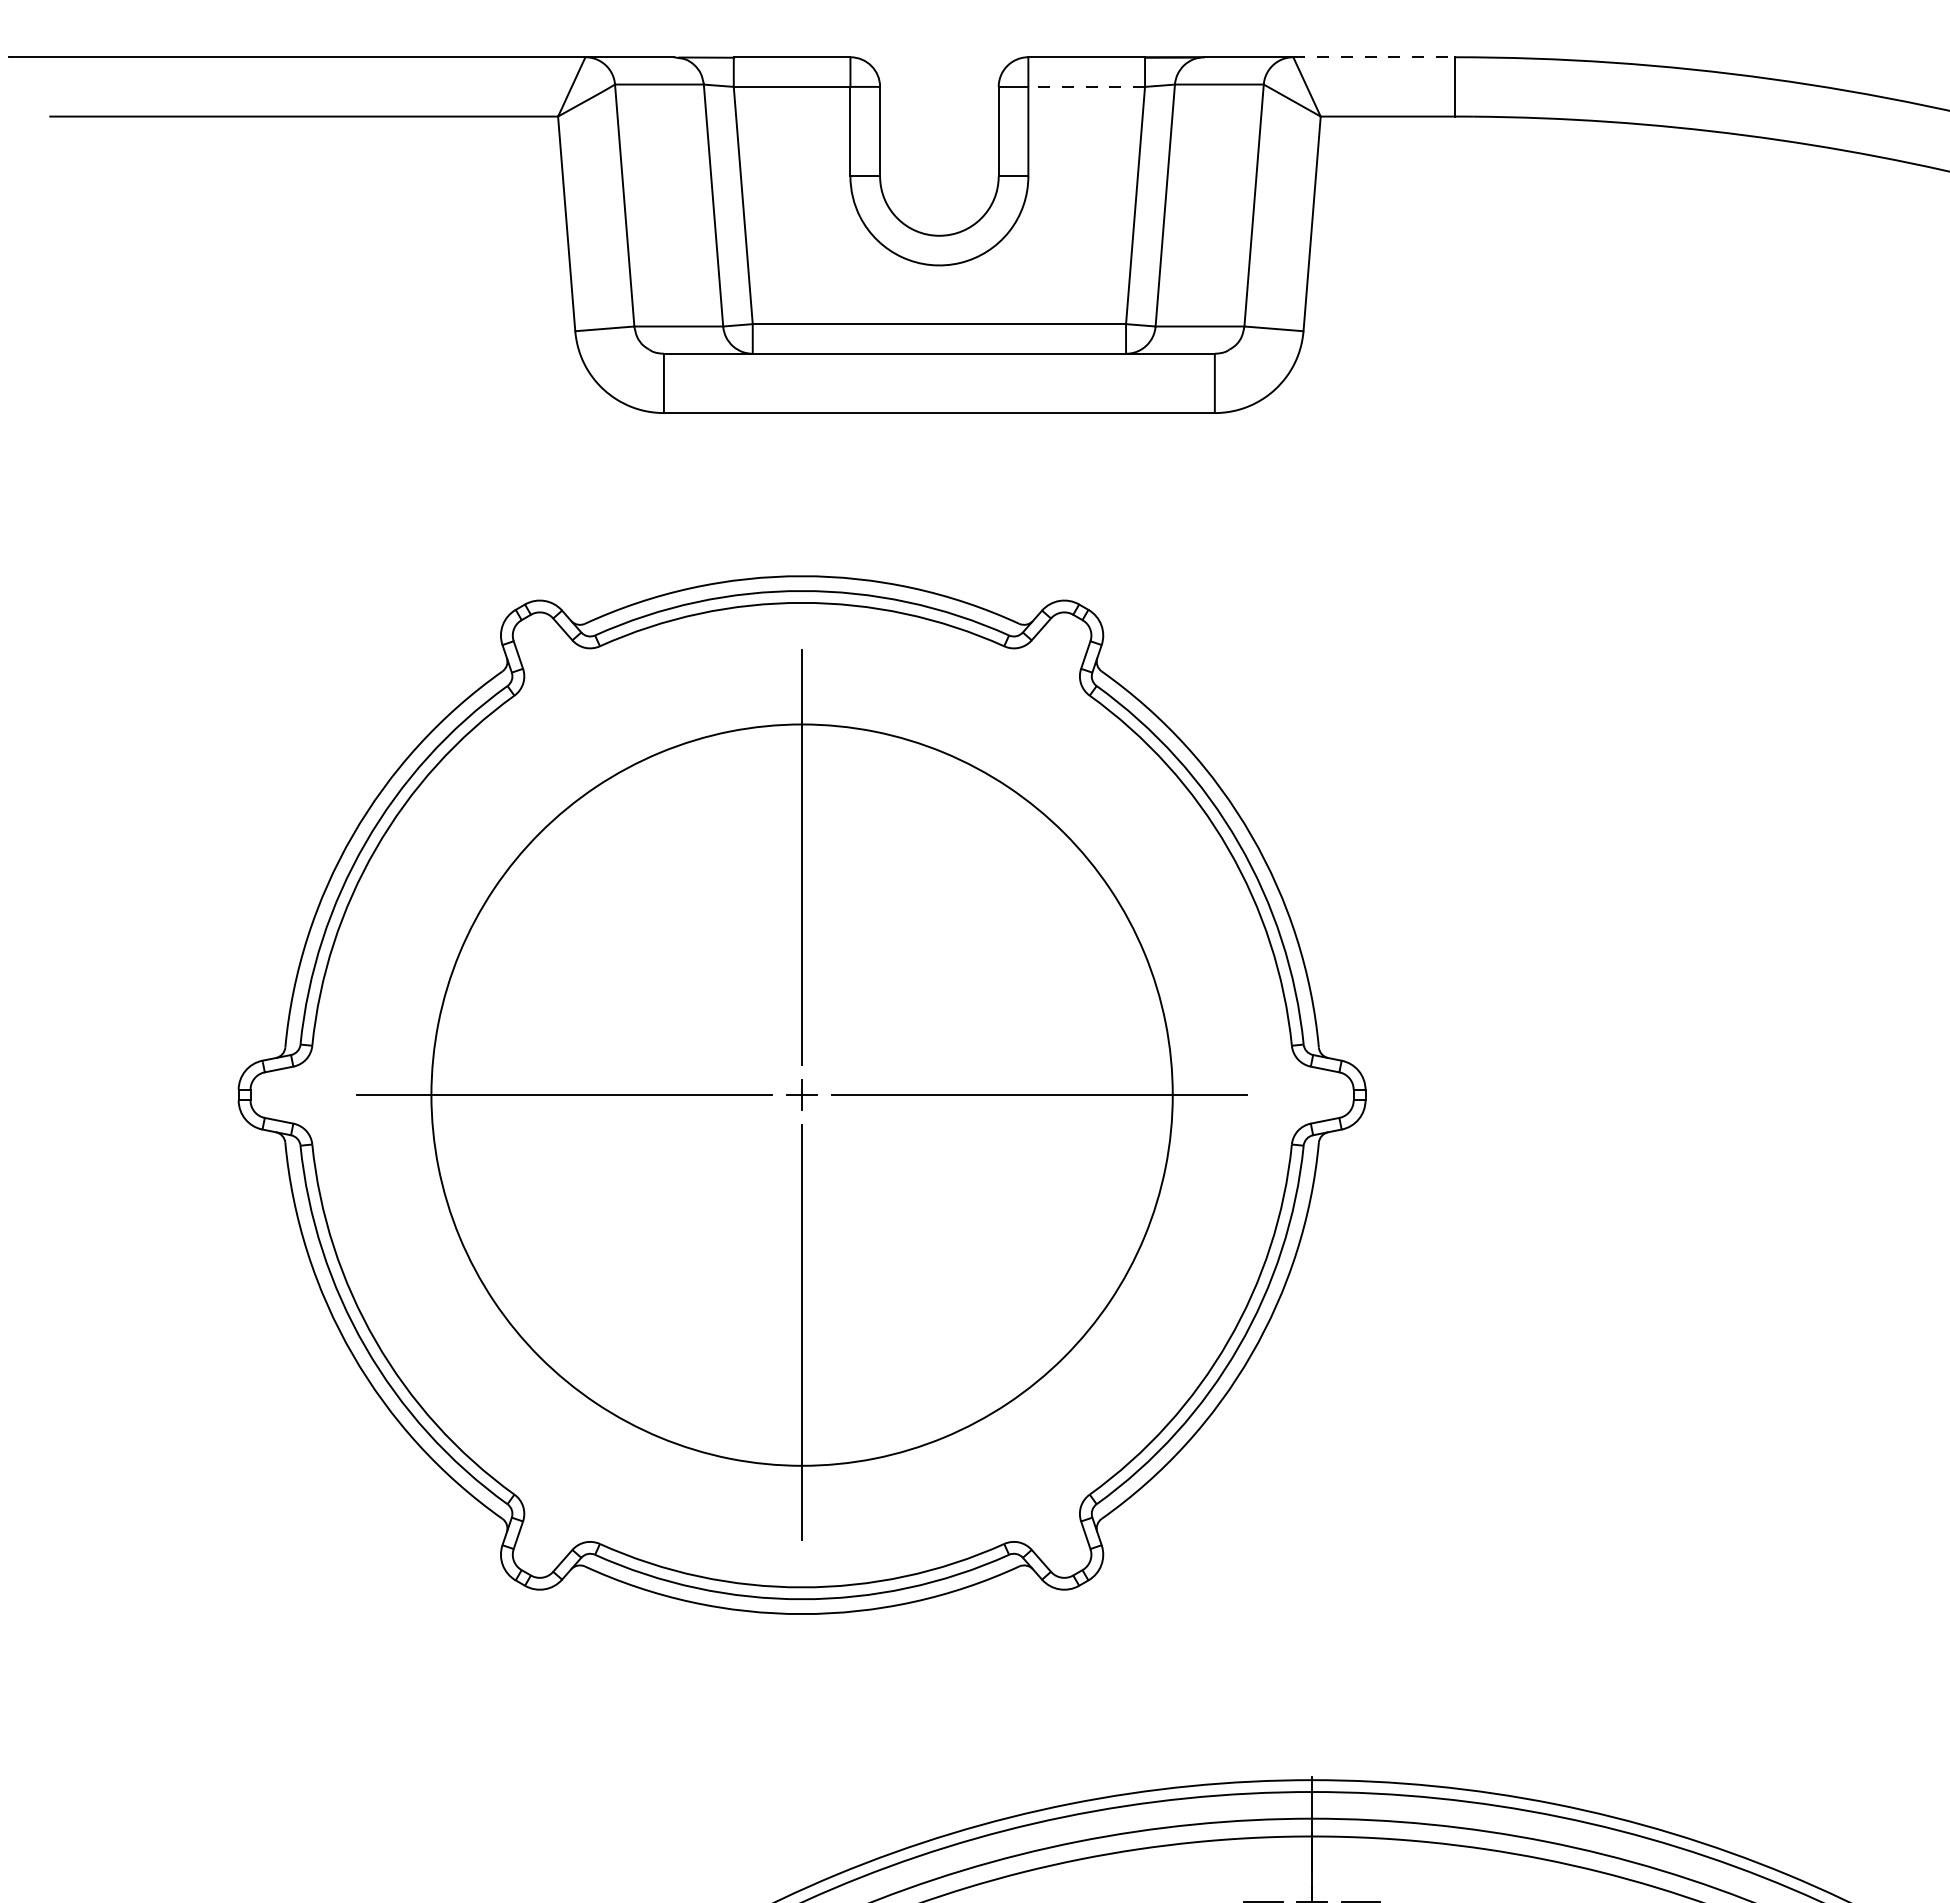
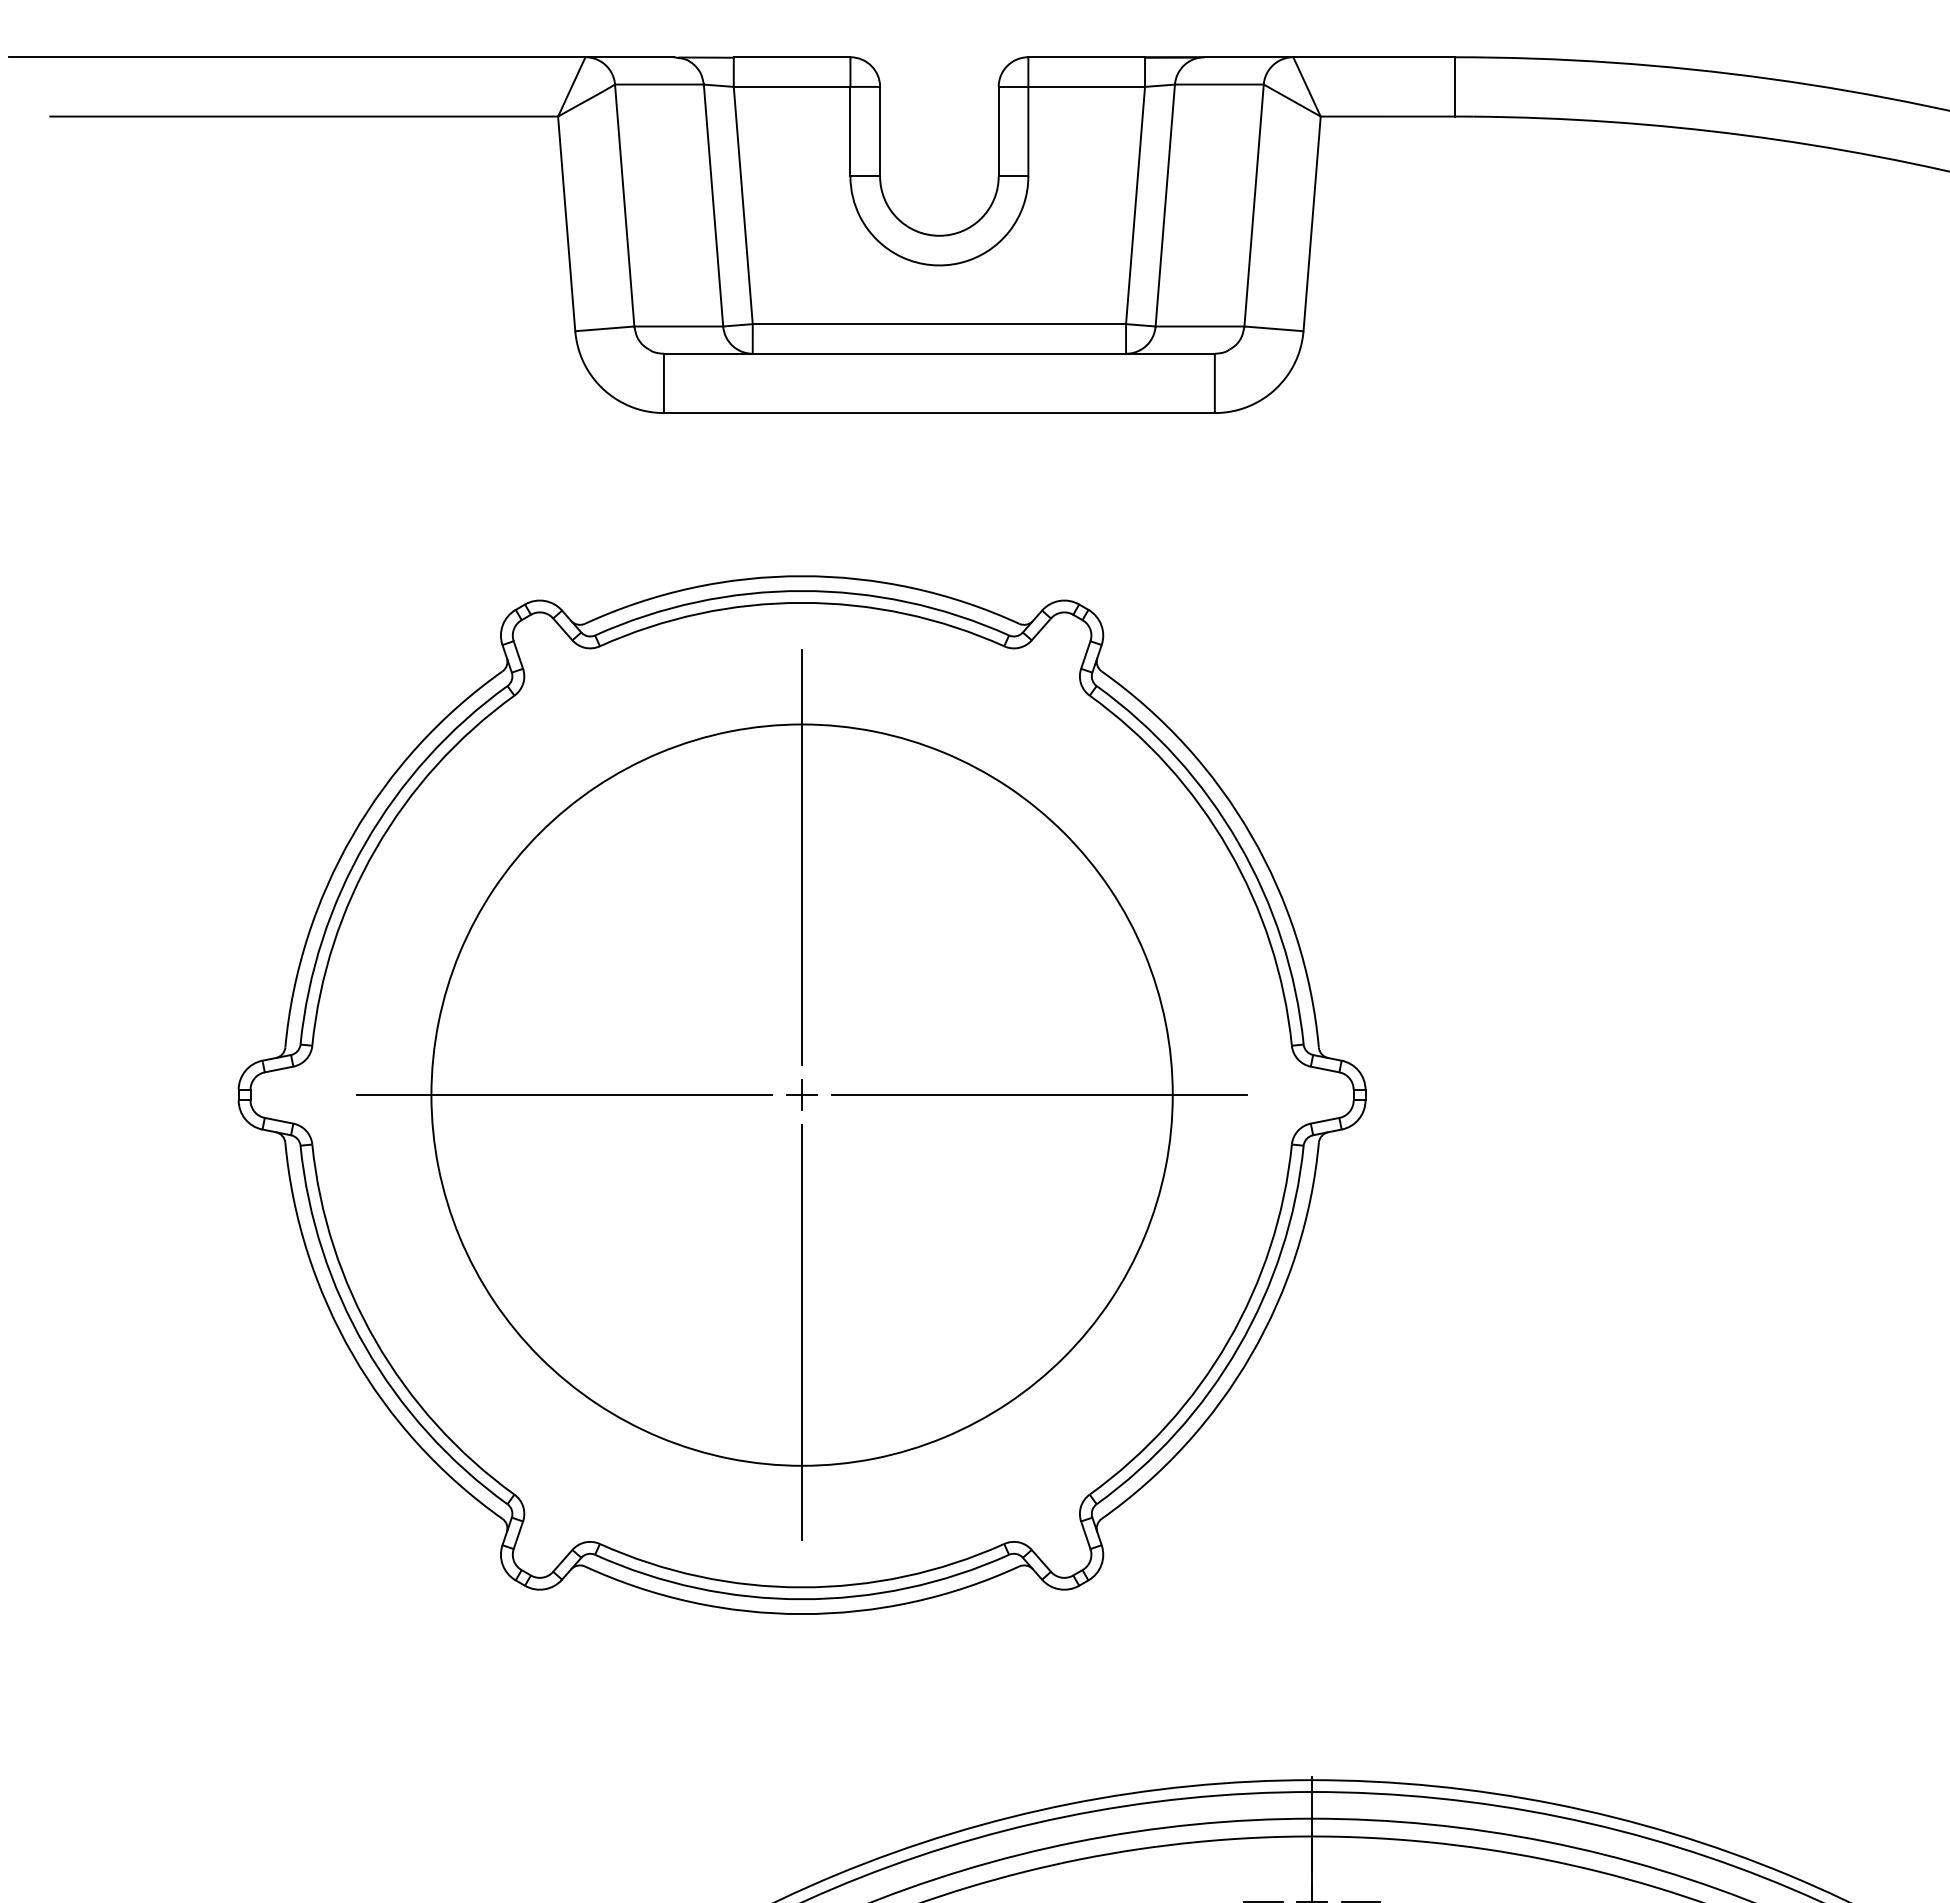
line at (1374, 57): dashed -> solid
line at (1086, 86): dashed -> solid
